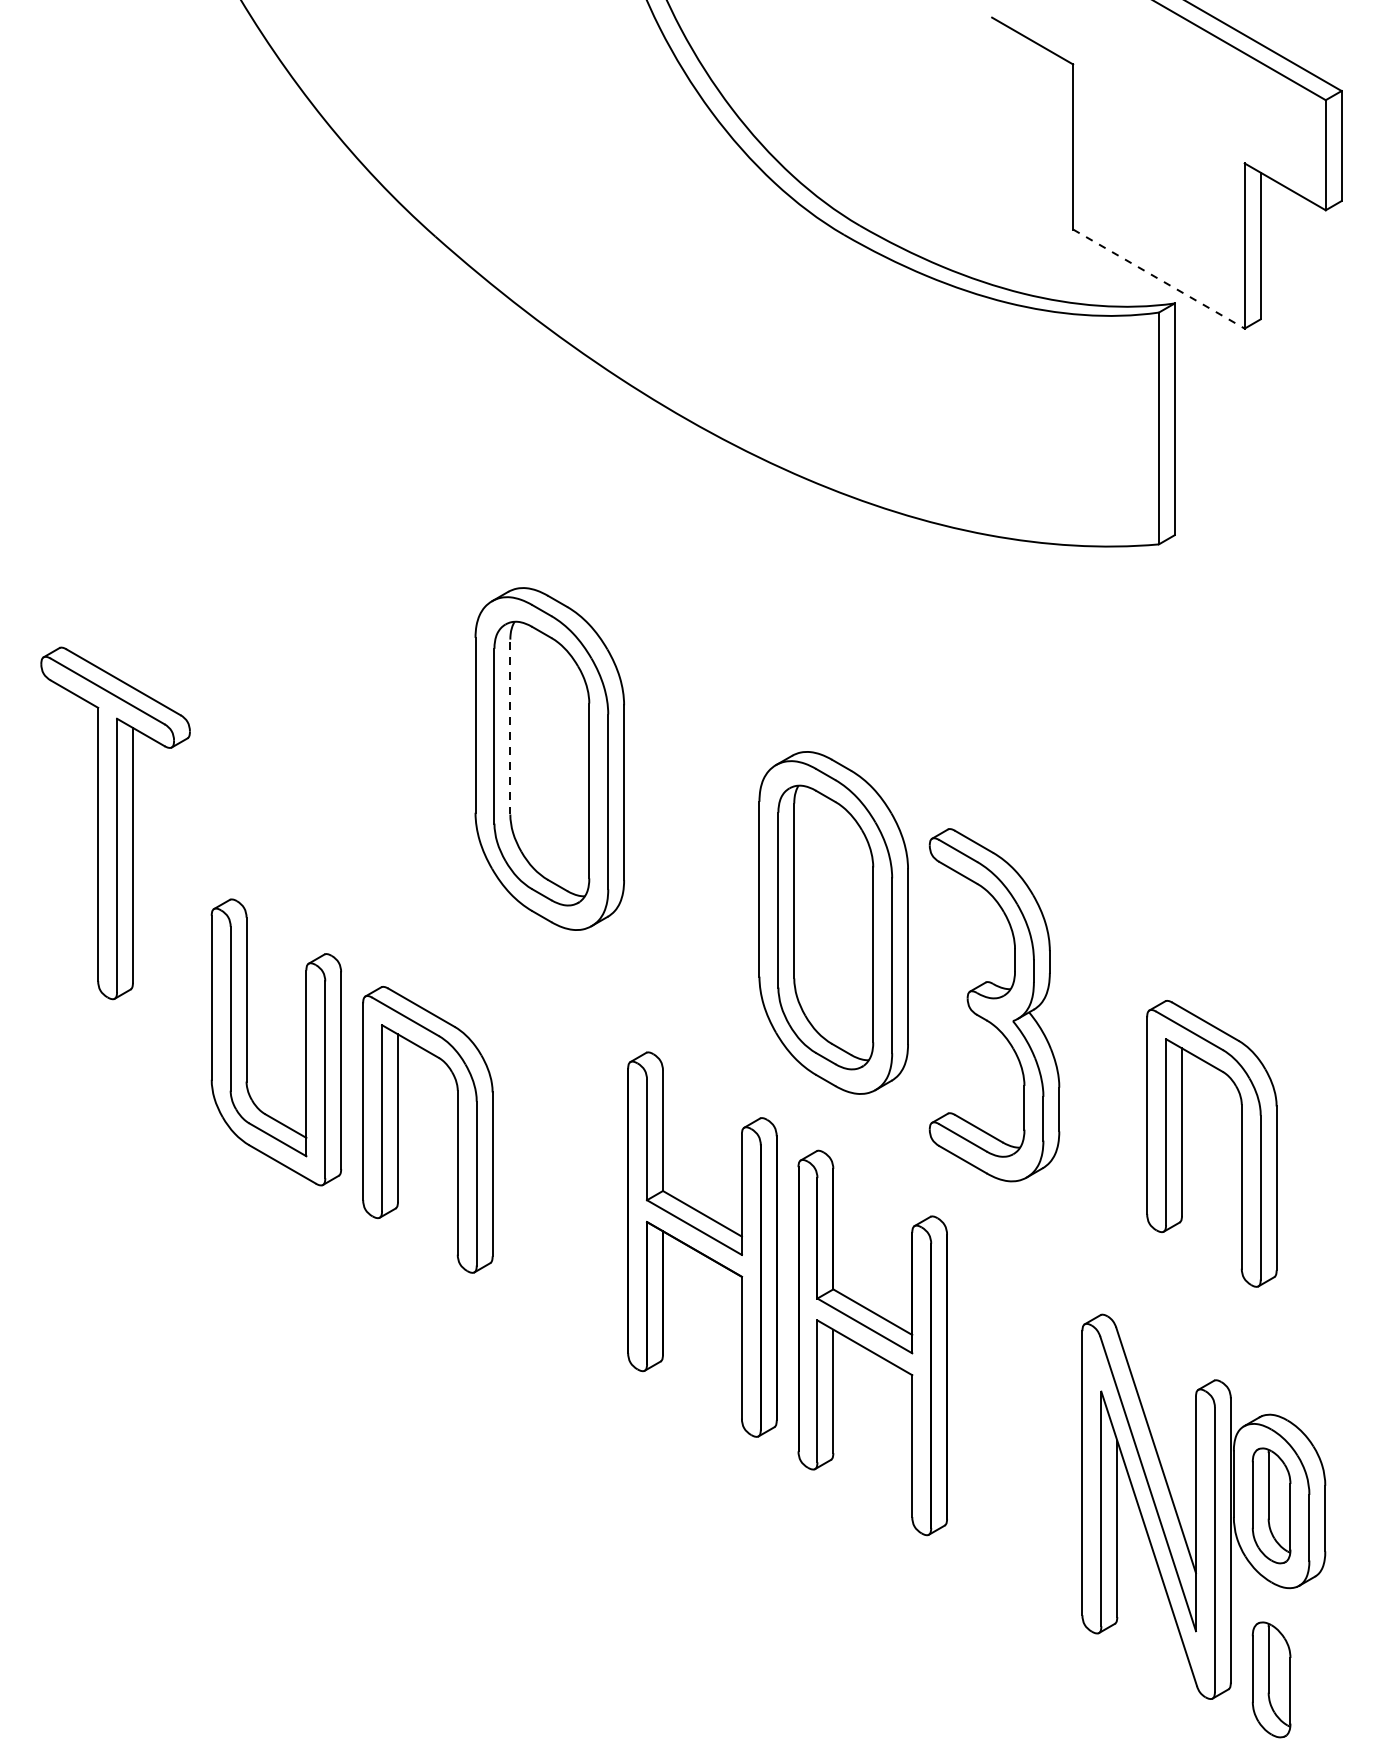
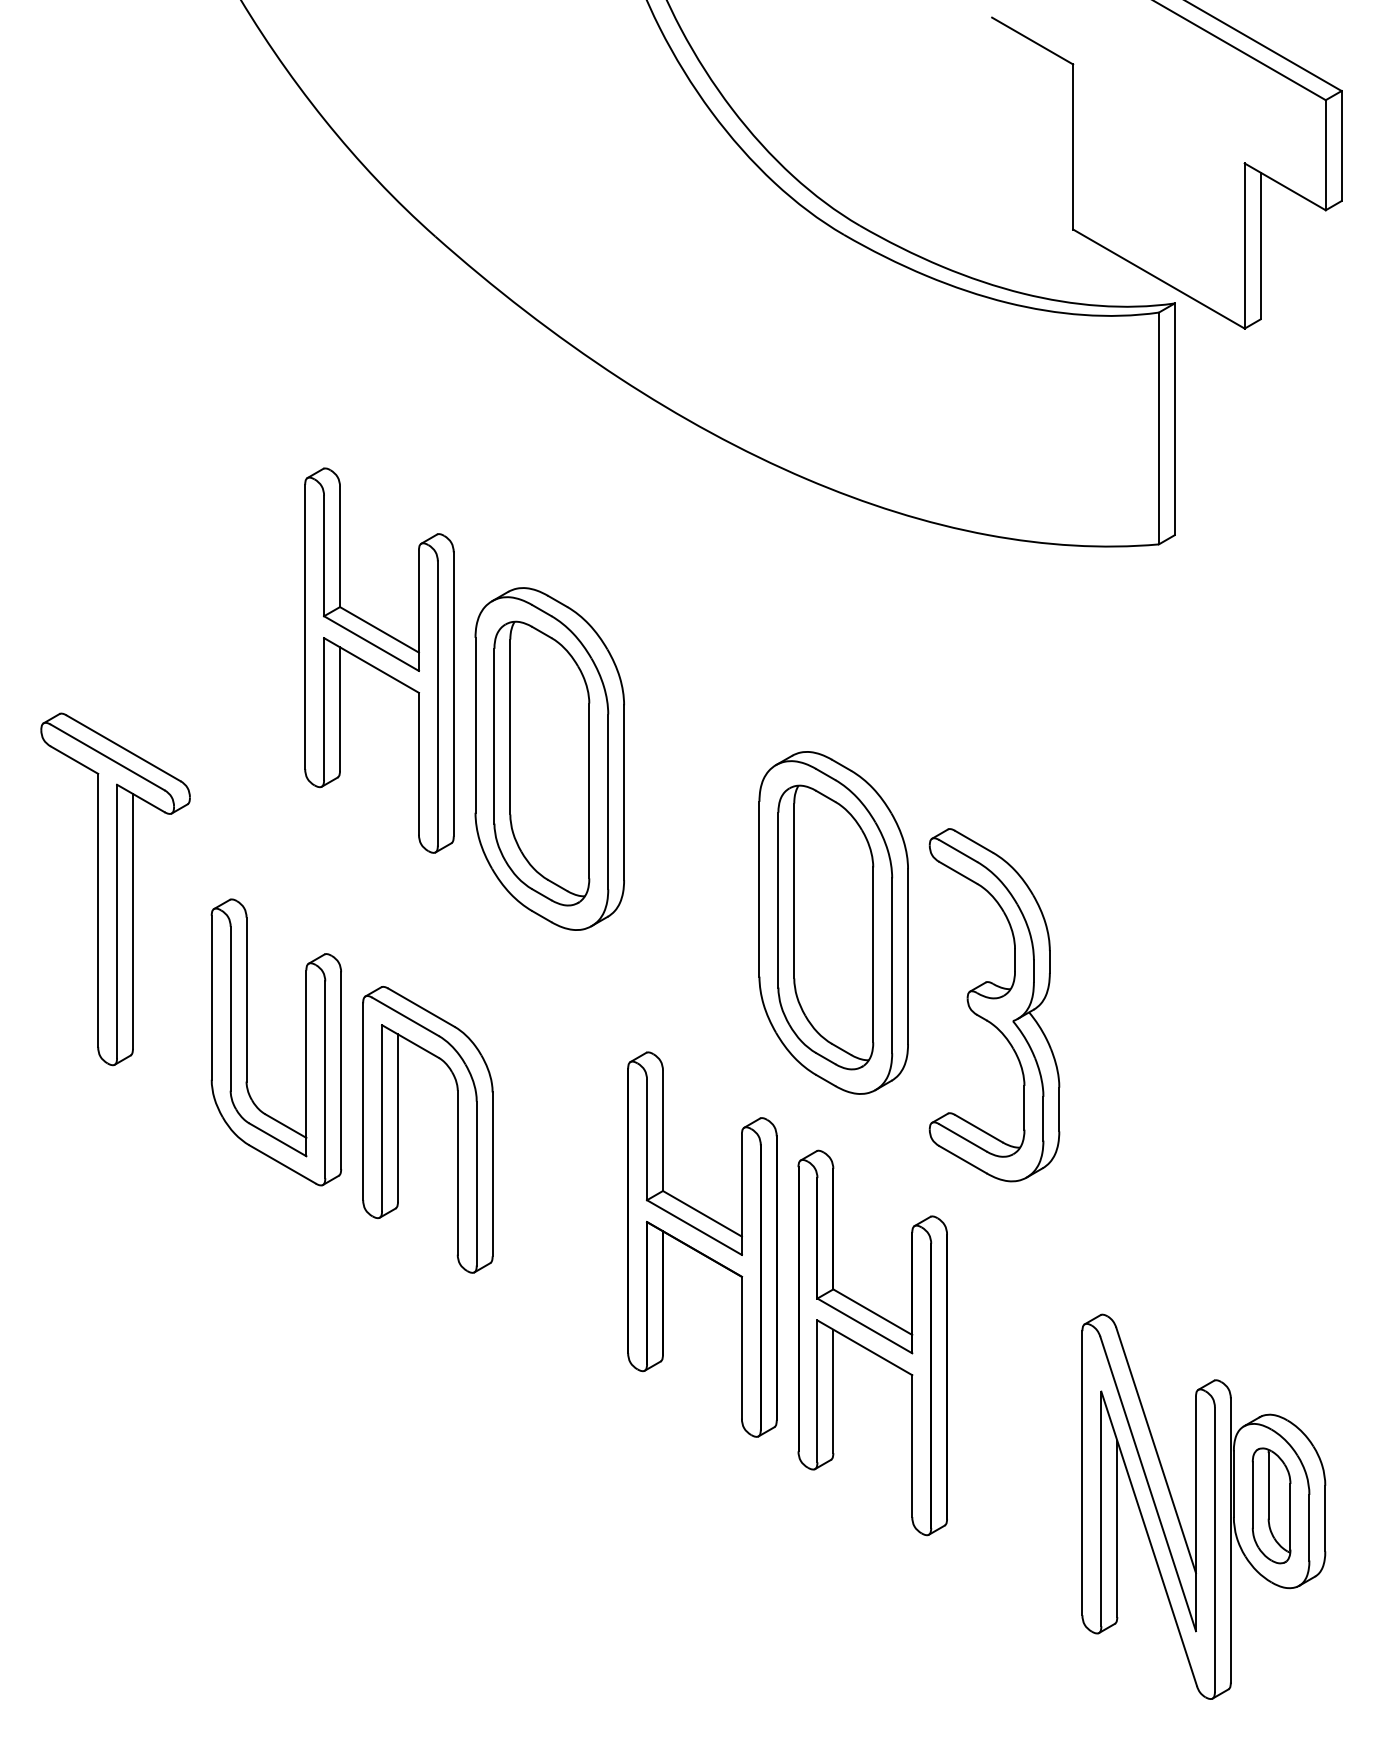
line at (1159, 279): dashed -> solid
part at (379, 660): none -> present
line at (510, 726): dashed -> solid
part at (115, 823) position: (115, 823) -> (115, 889)
part at (1182, 1143): present -> none
part at (1271, 1679): present -> none
